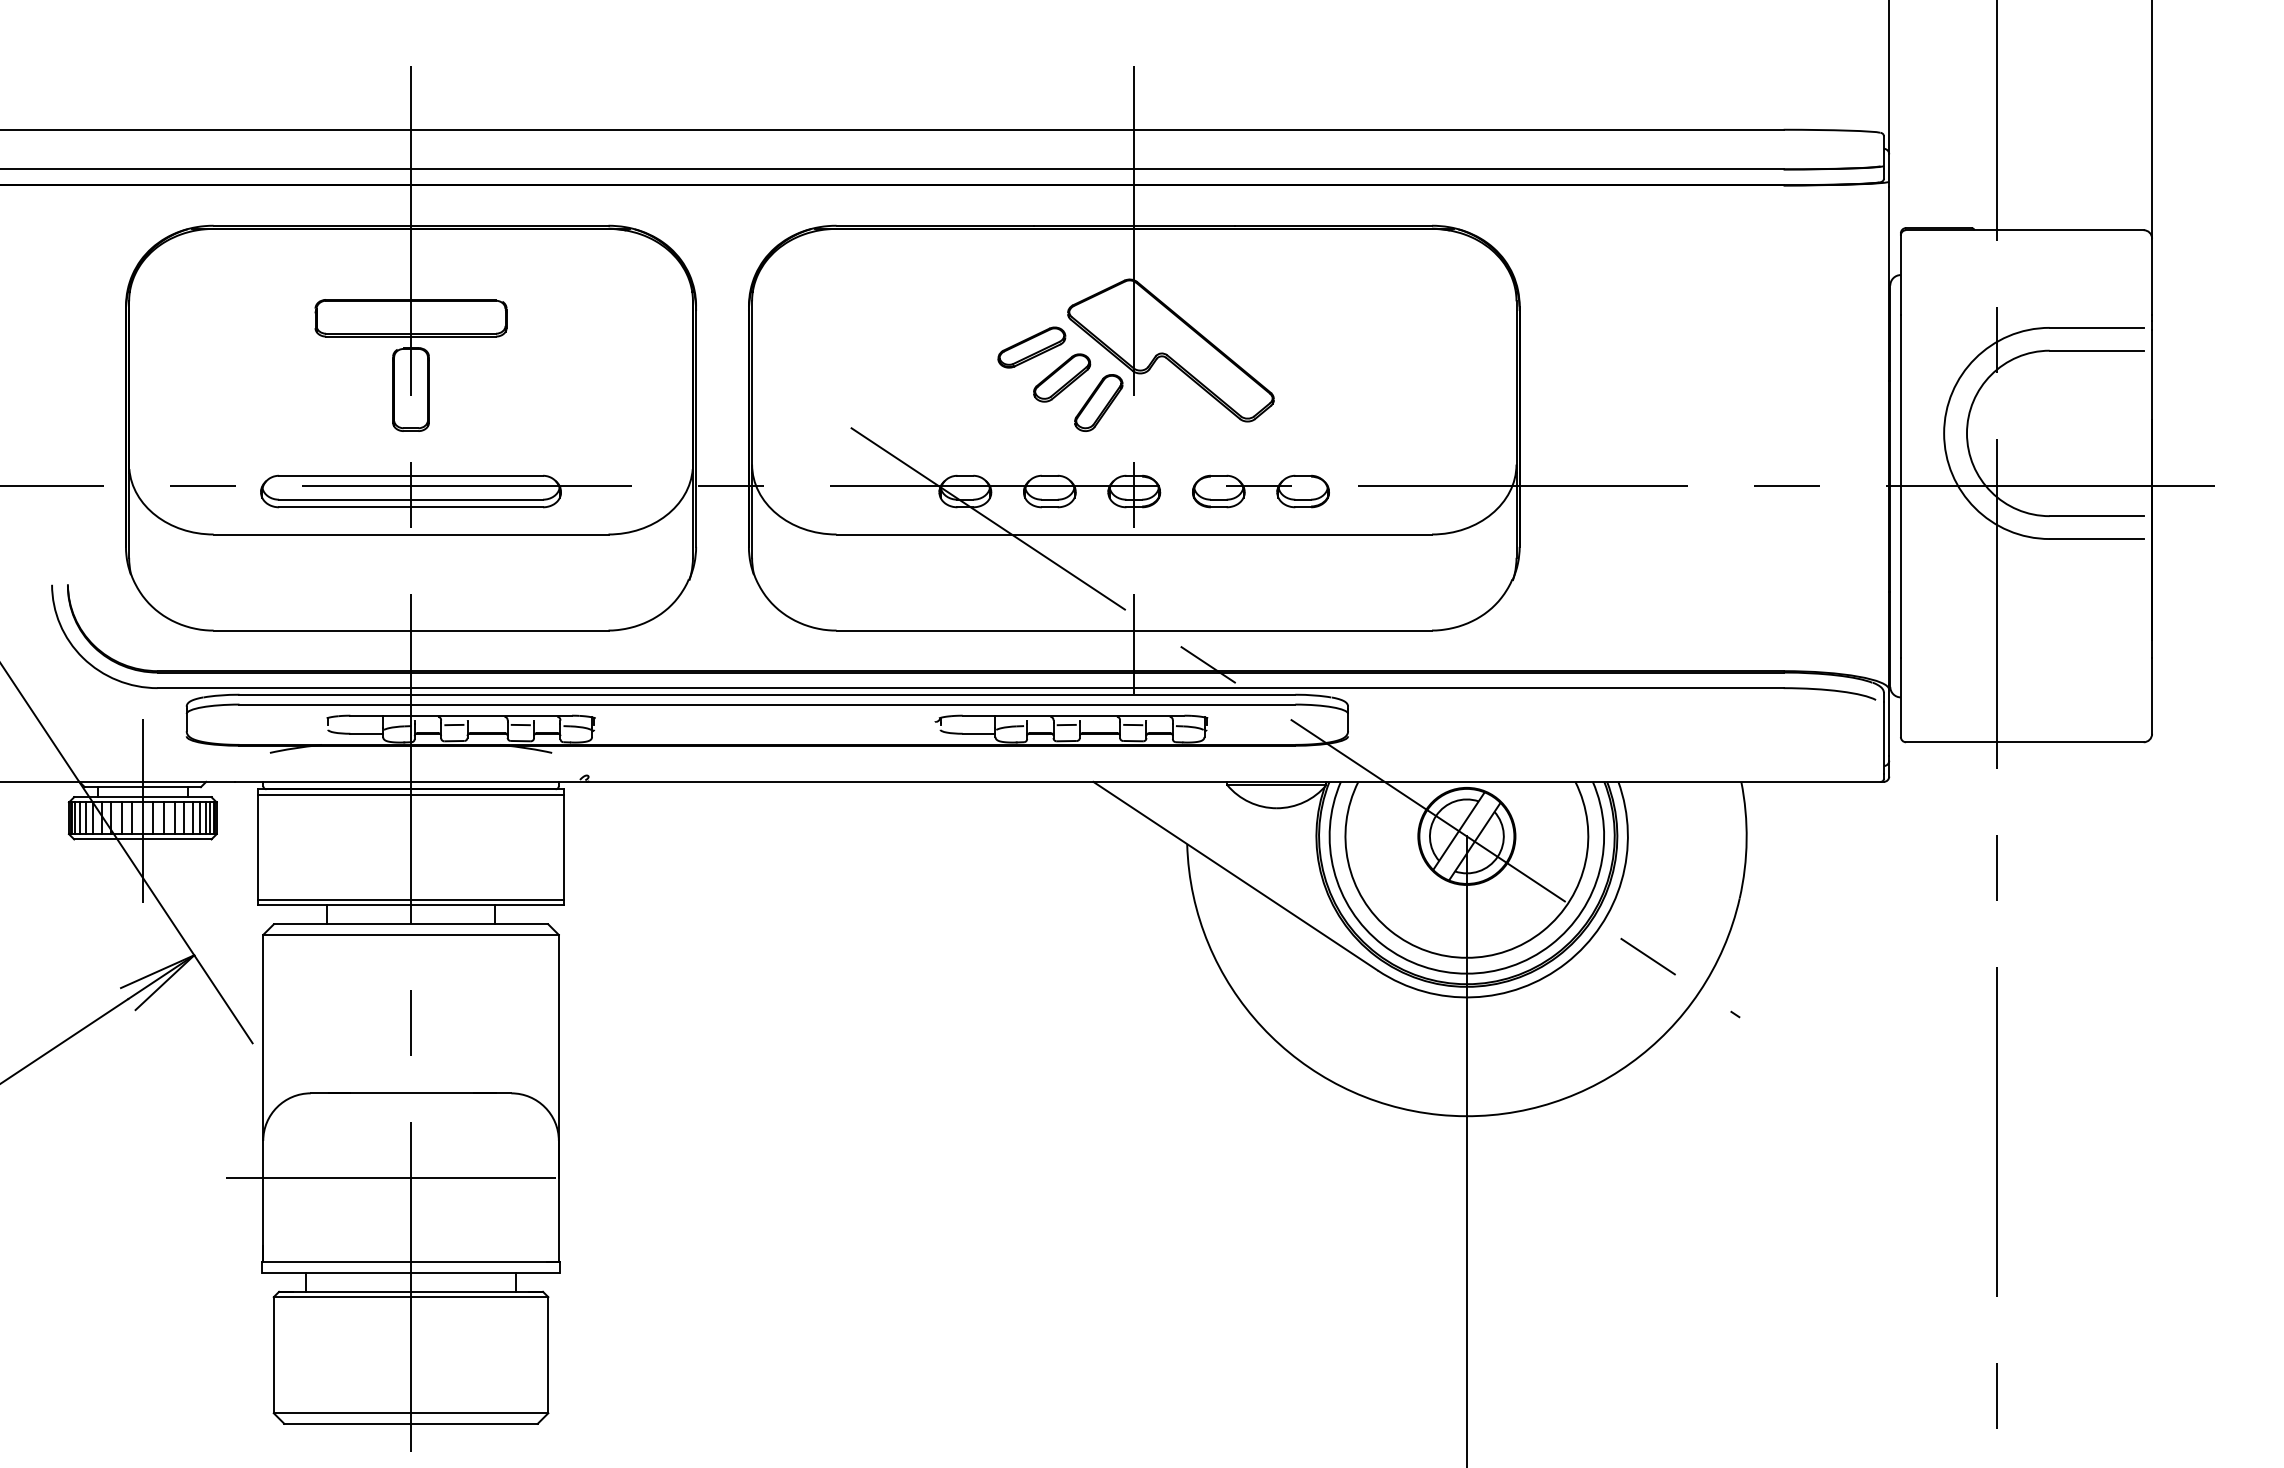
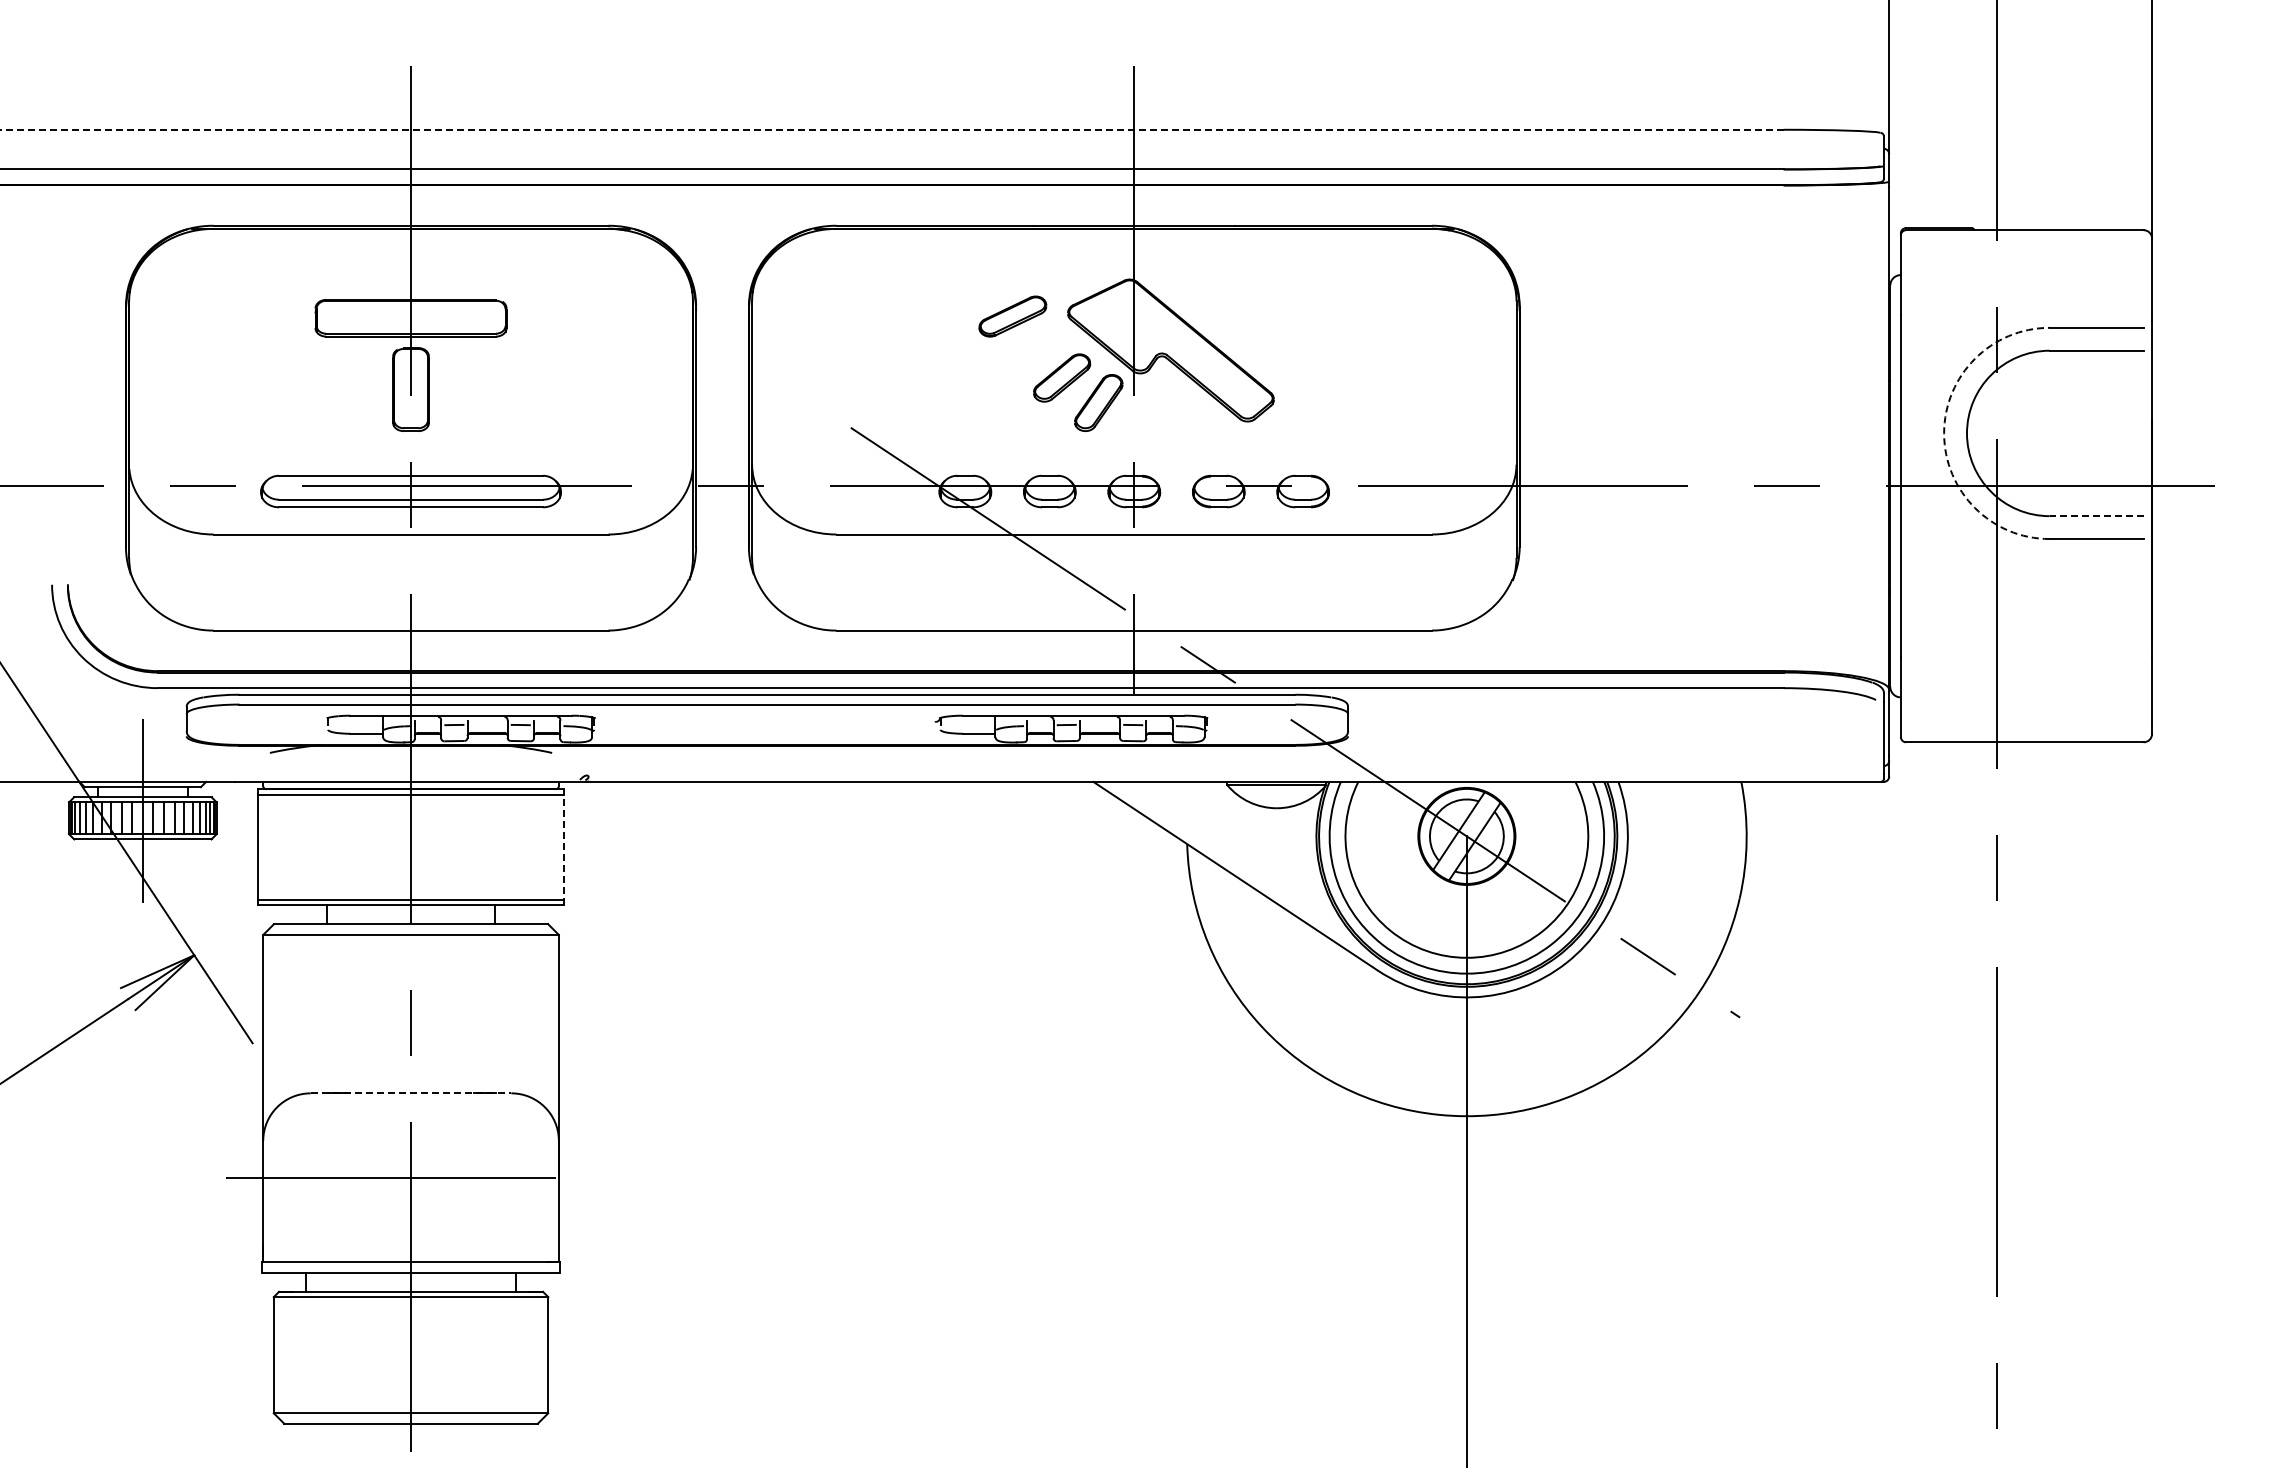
line at (891, 129): solid -> dashed
part at (1031, 347) position: (1031, 347) -> (1012, 316)
arc at (1944, 433): solid -> dashed
line at (2096, 516): solid -> dashed
line at (564, 846): solid -> dashed
line at (411, 1093): solid -> dashed
